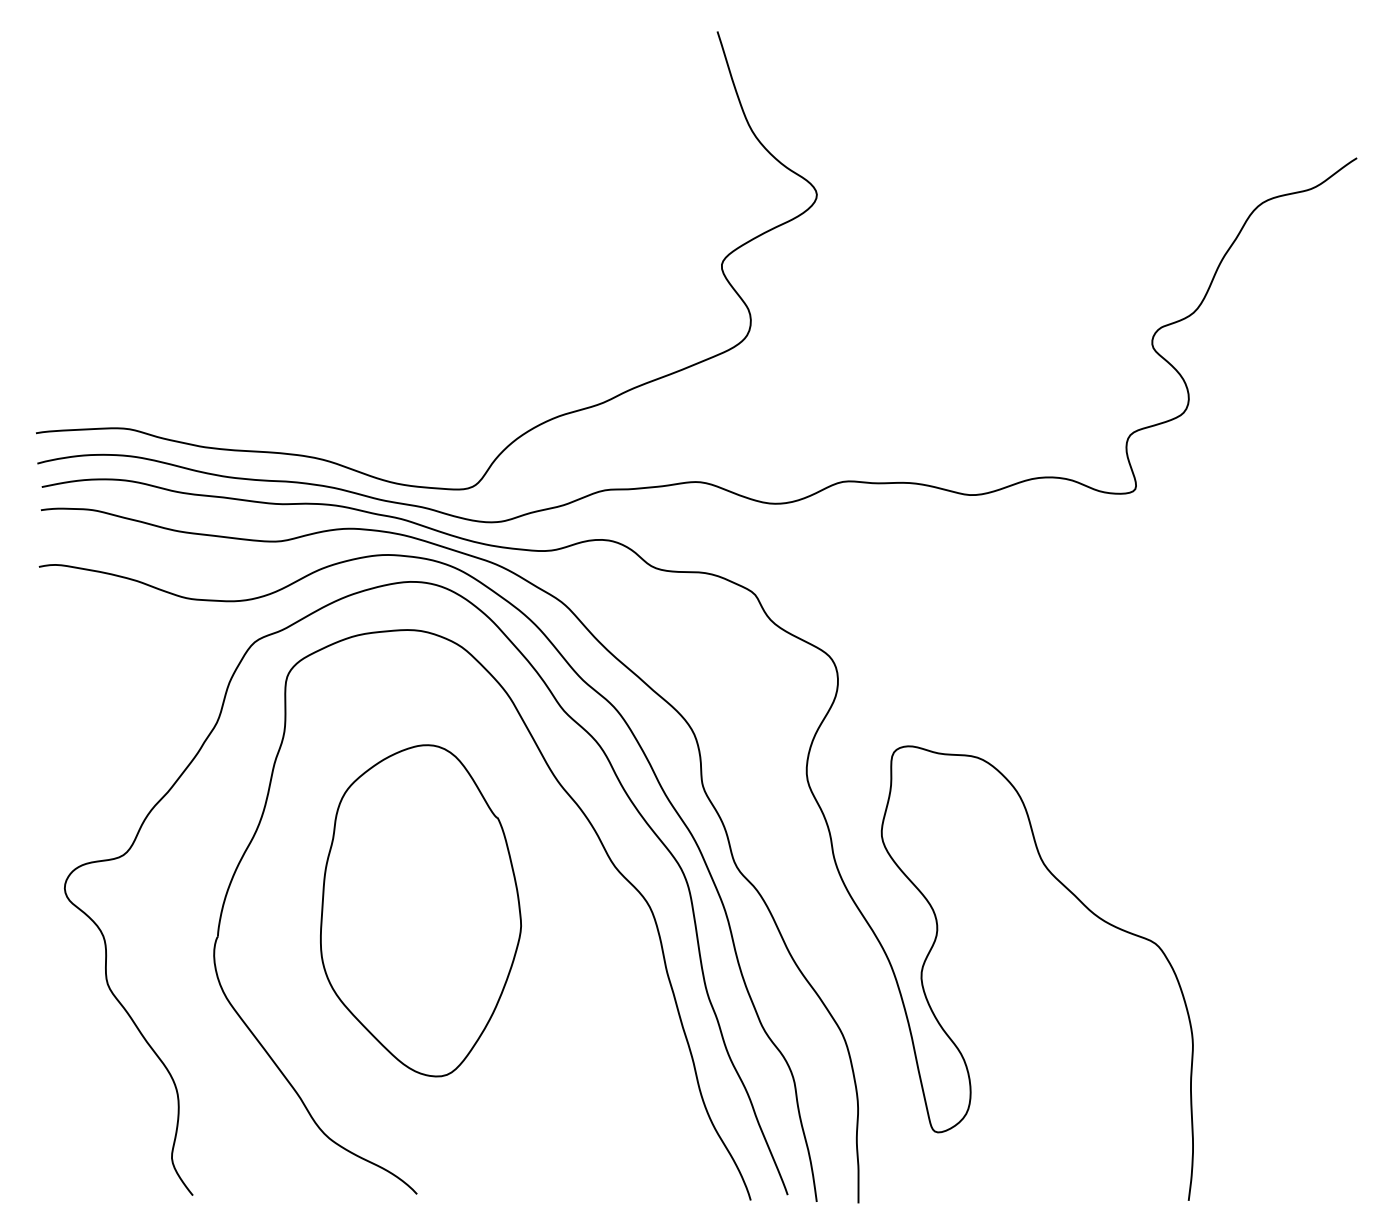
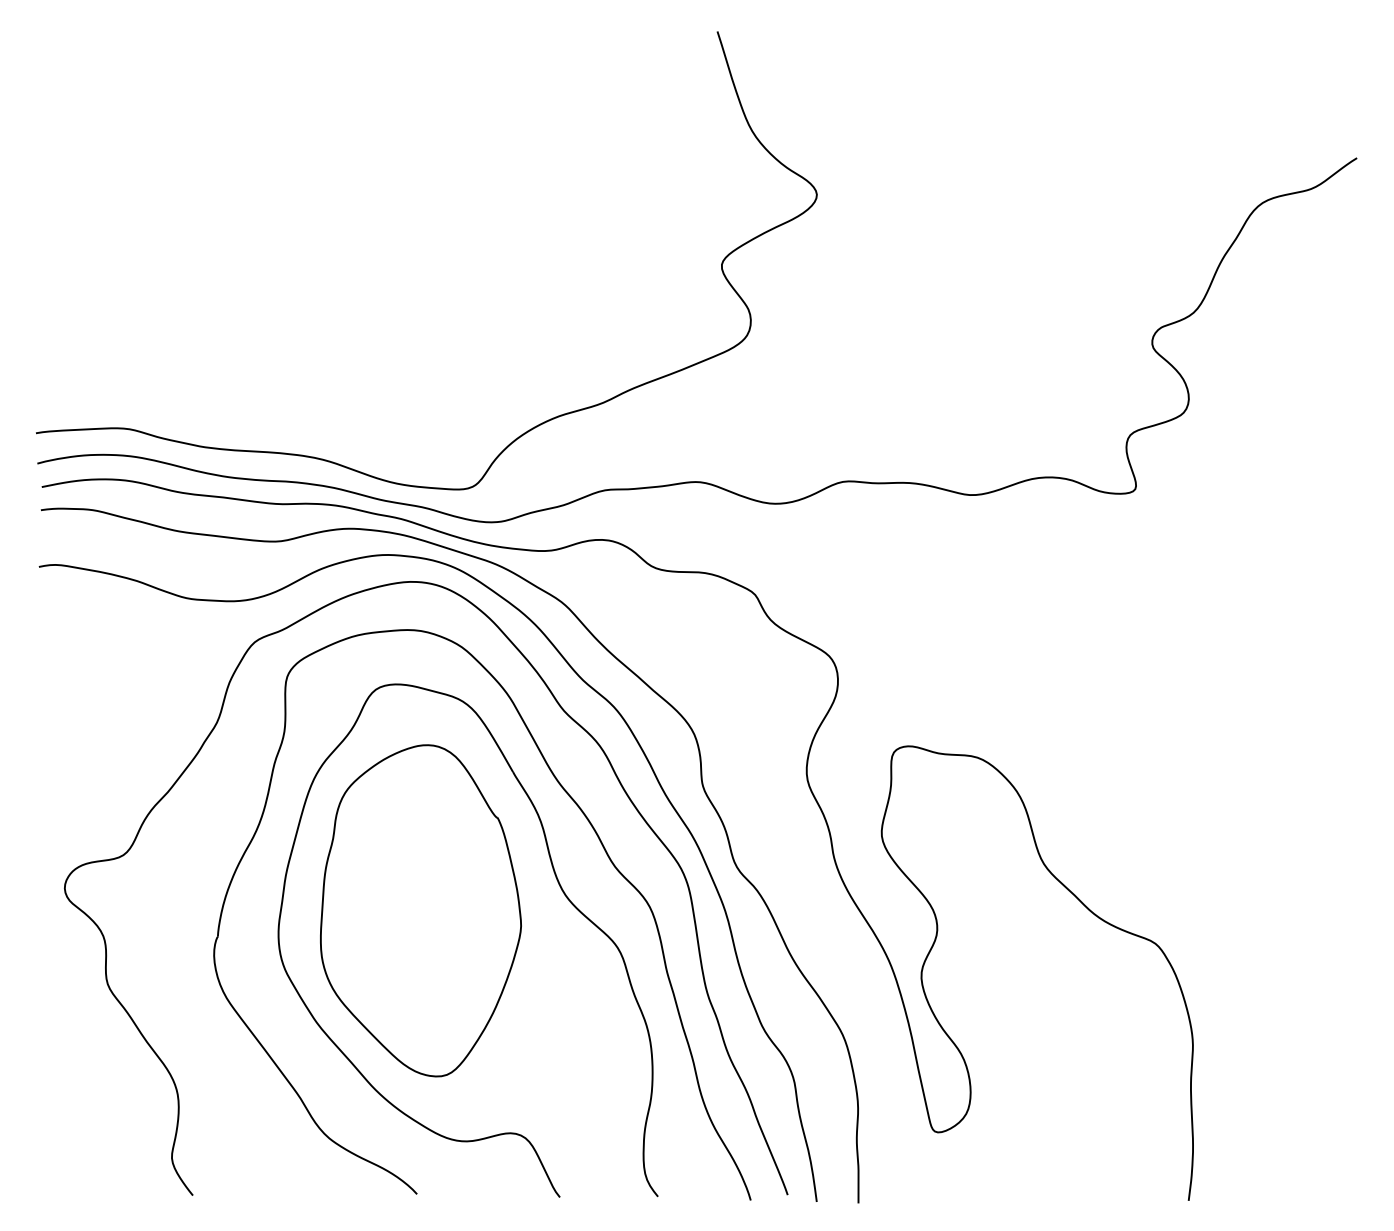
part at (562, 892): none -> present
